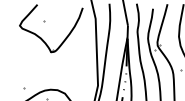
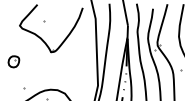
part at (13, 61): none -> present
